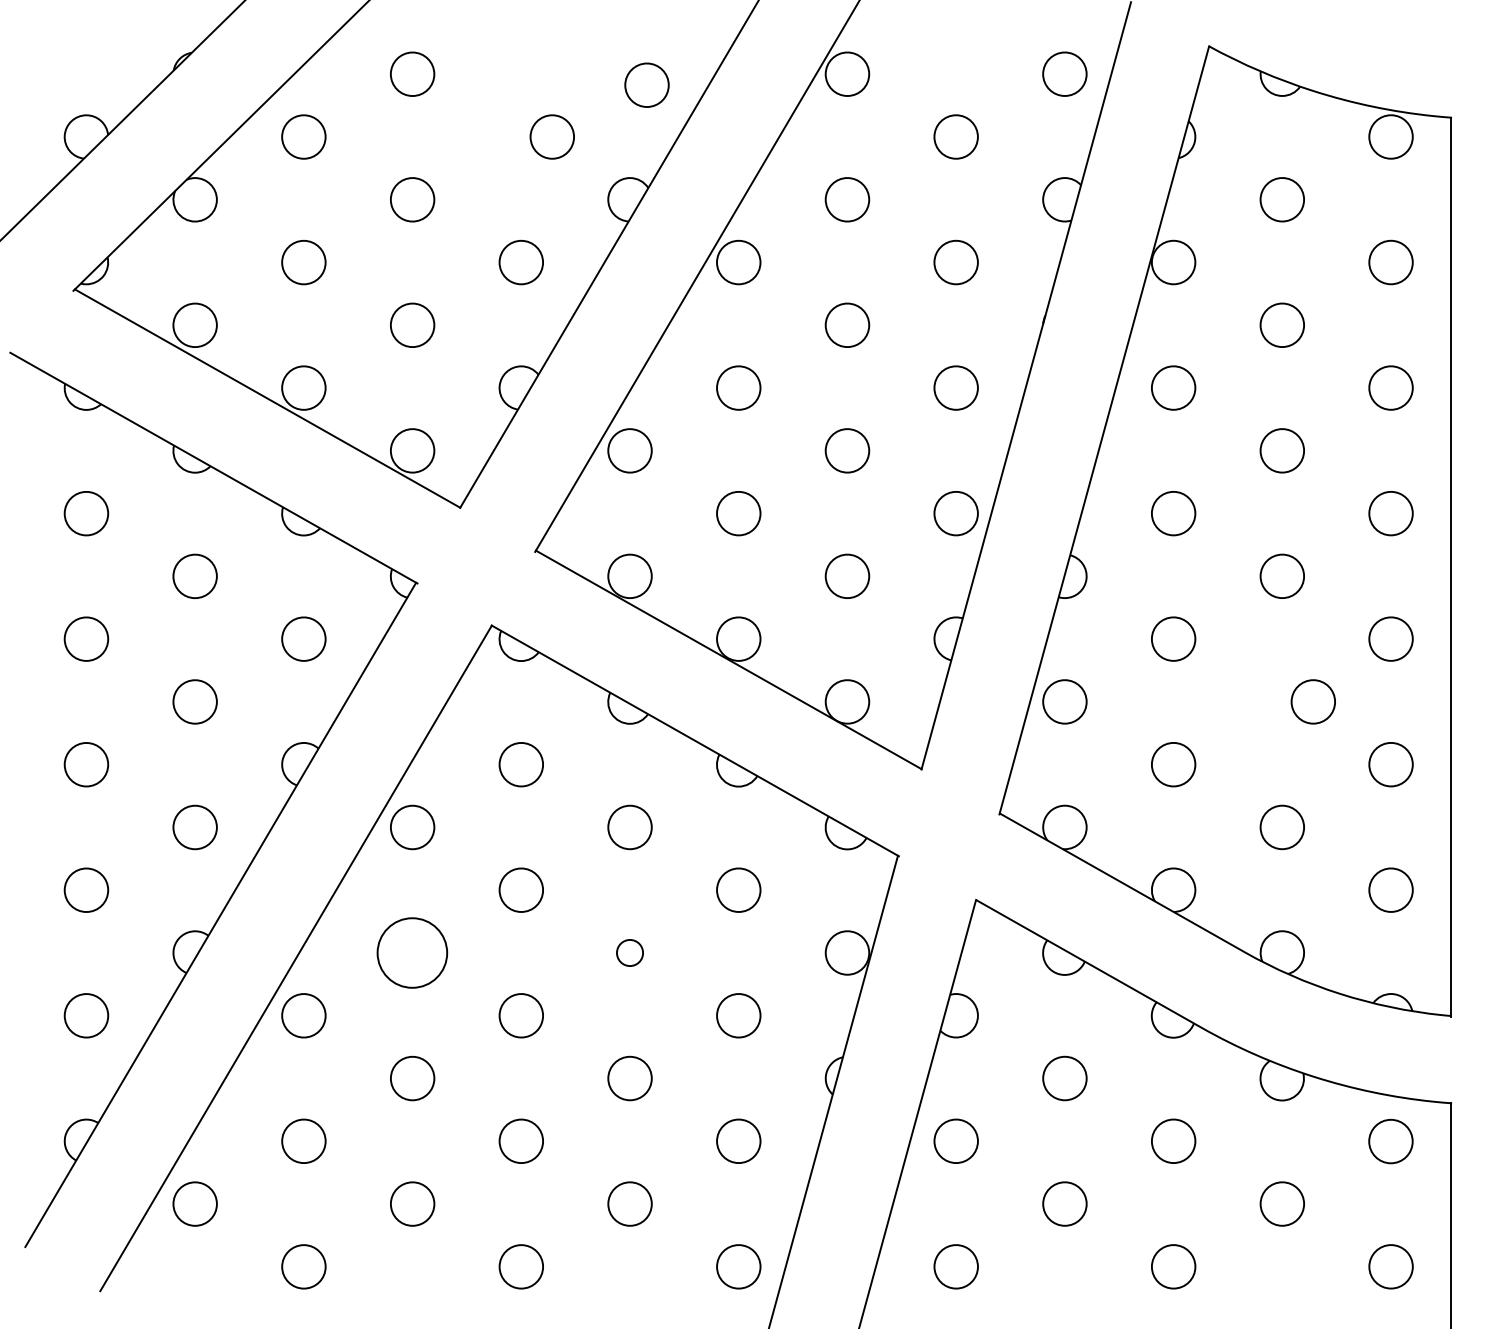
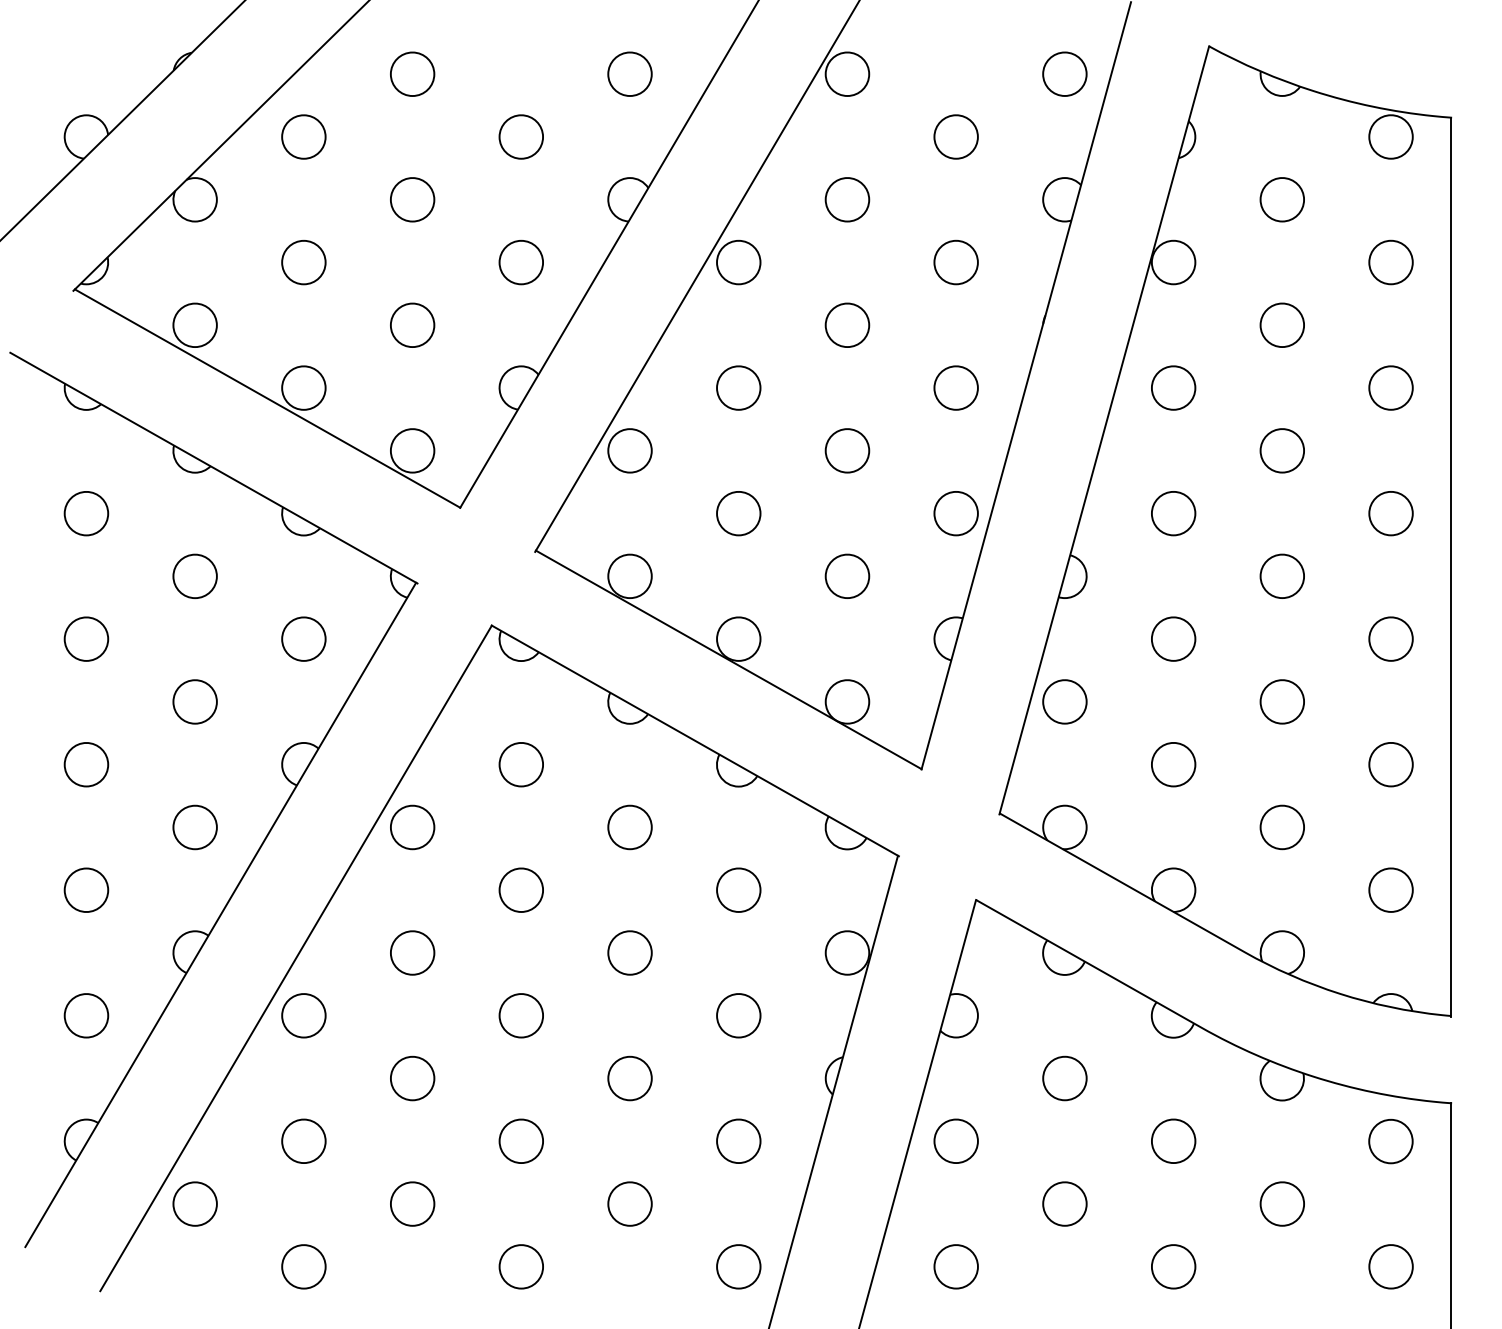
part at (646, 84) position: (646, 84) -> (629, 73)
part at (551, 136) position: (551, 136) -> (520, 136)
part at (1312, 701) position: (1312, 701) -> (1281, 701)
part at (412, 952) size: 73x72 px -> 46x46 px
part at (629, 952) size: 28x28 px -> 46x46 px
